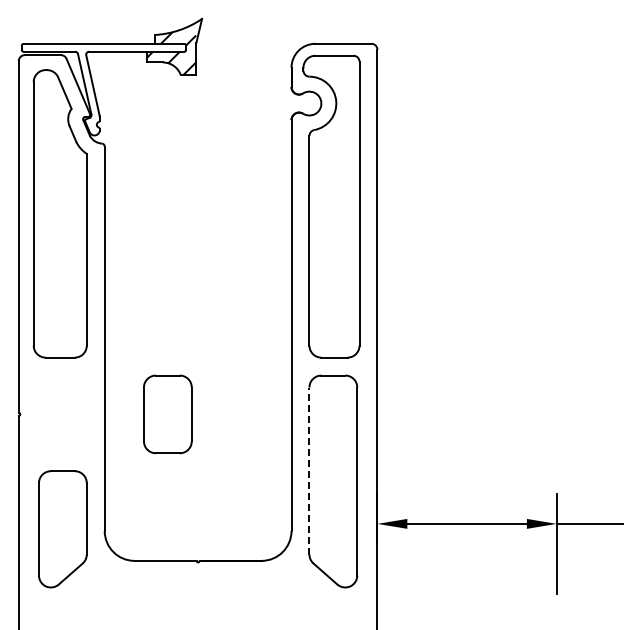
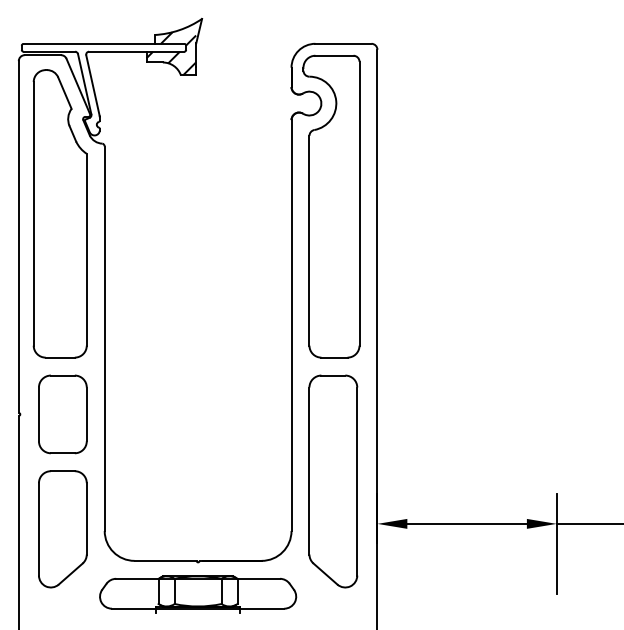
part at (167, 414) position: (167, 414) -> (62, 414)
line at (309, 471): dashed -> solid
part at (198, 594): none -> present
